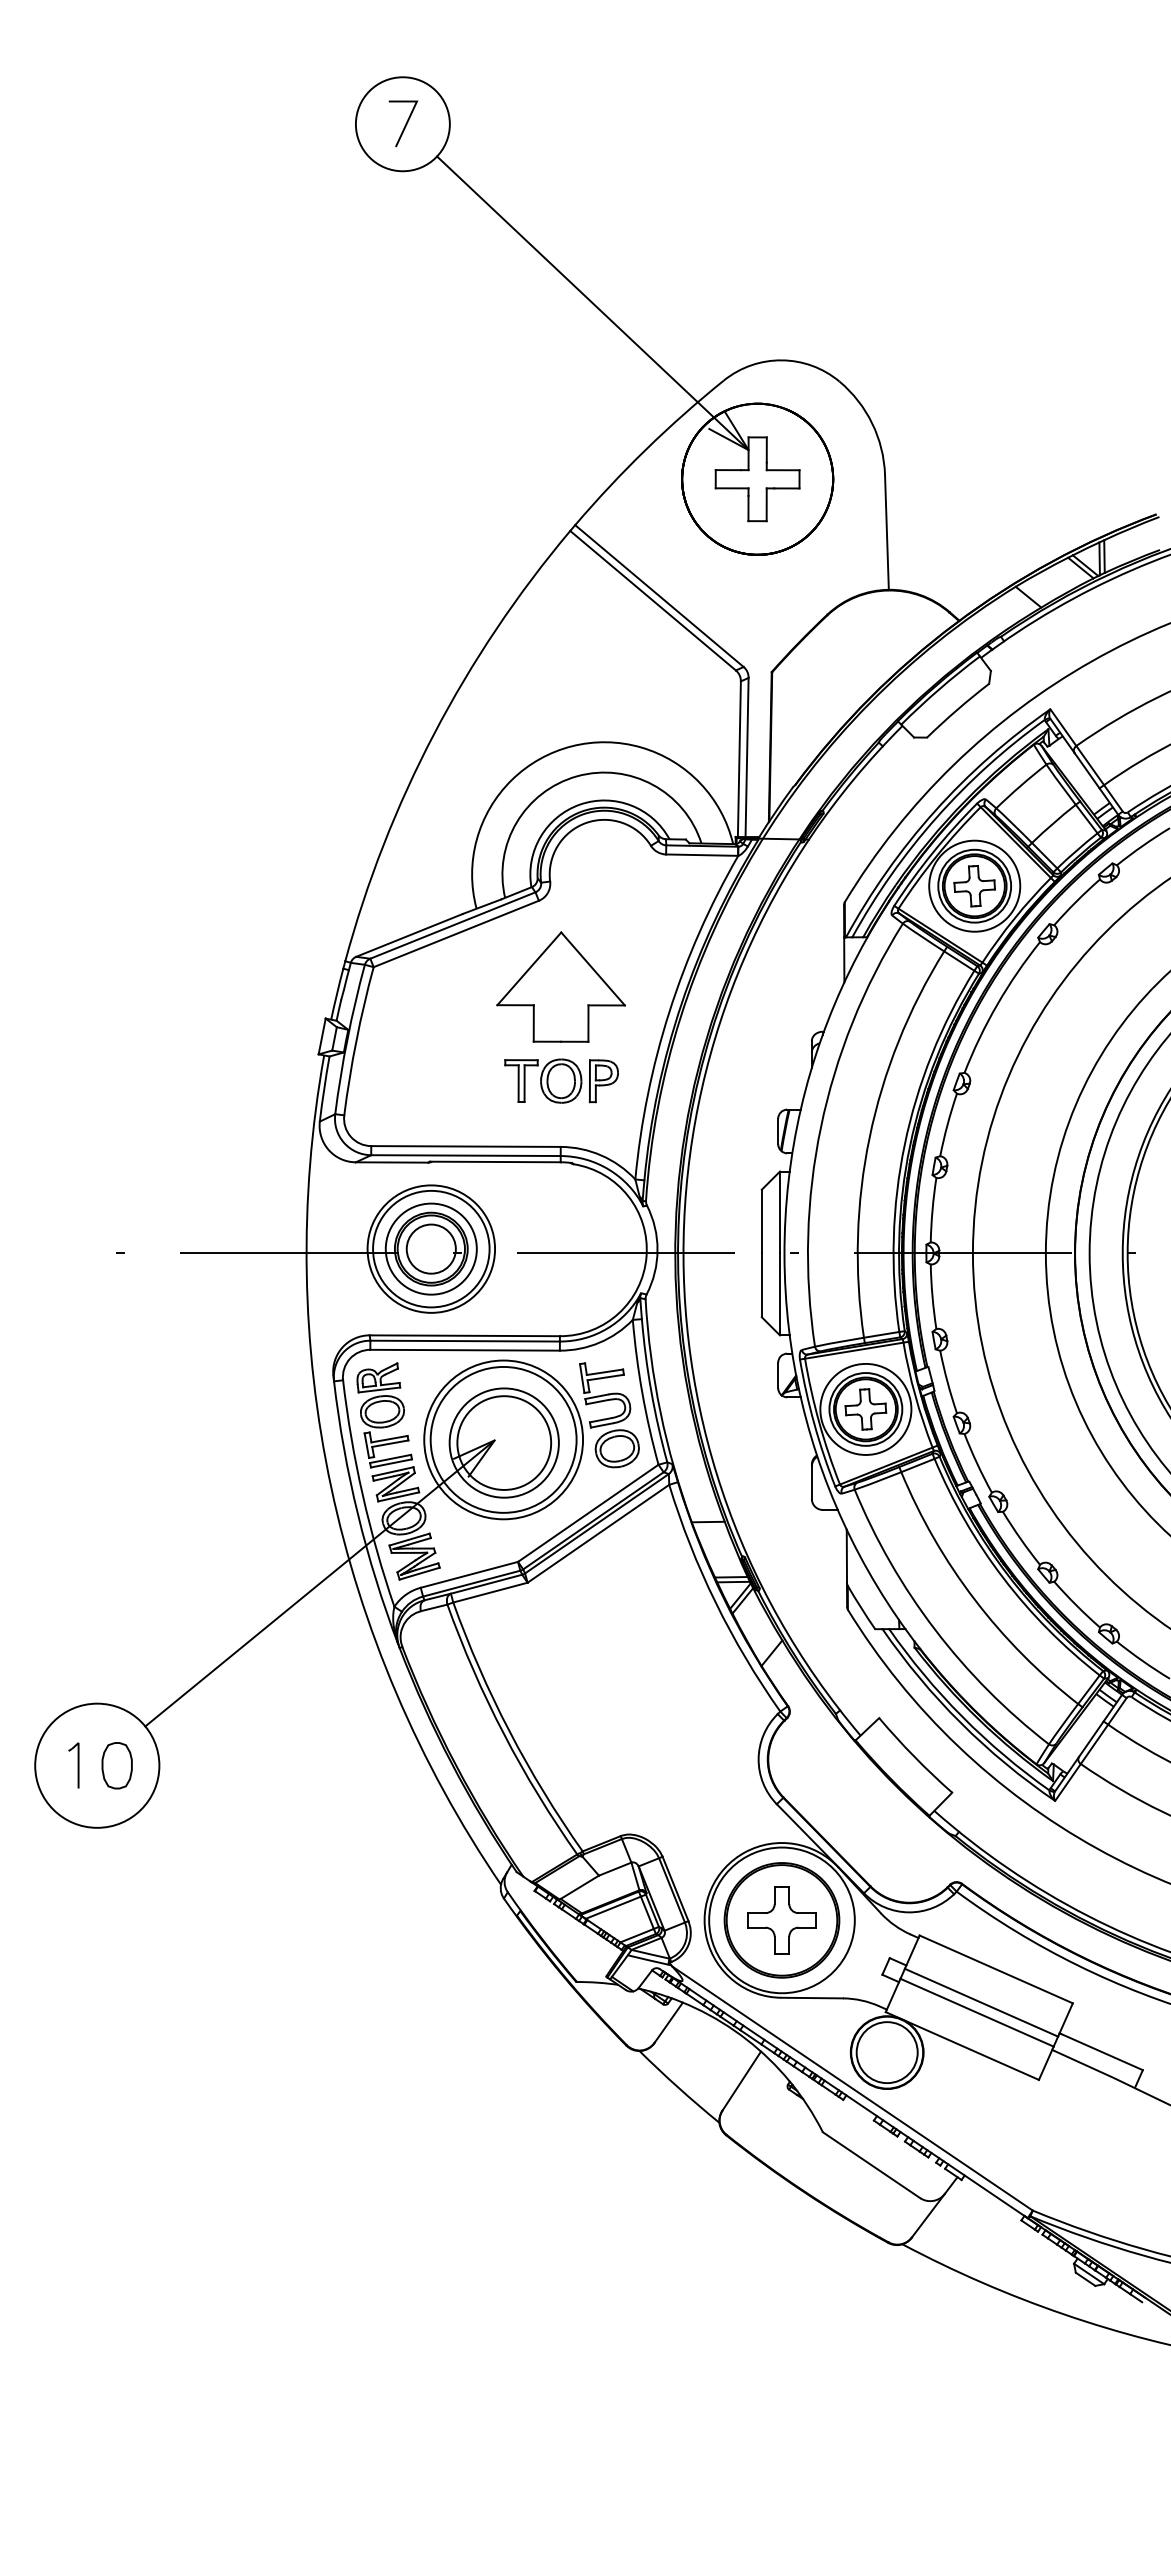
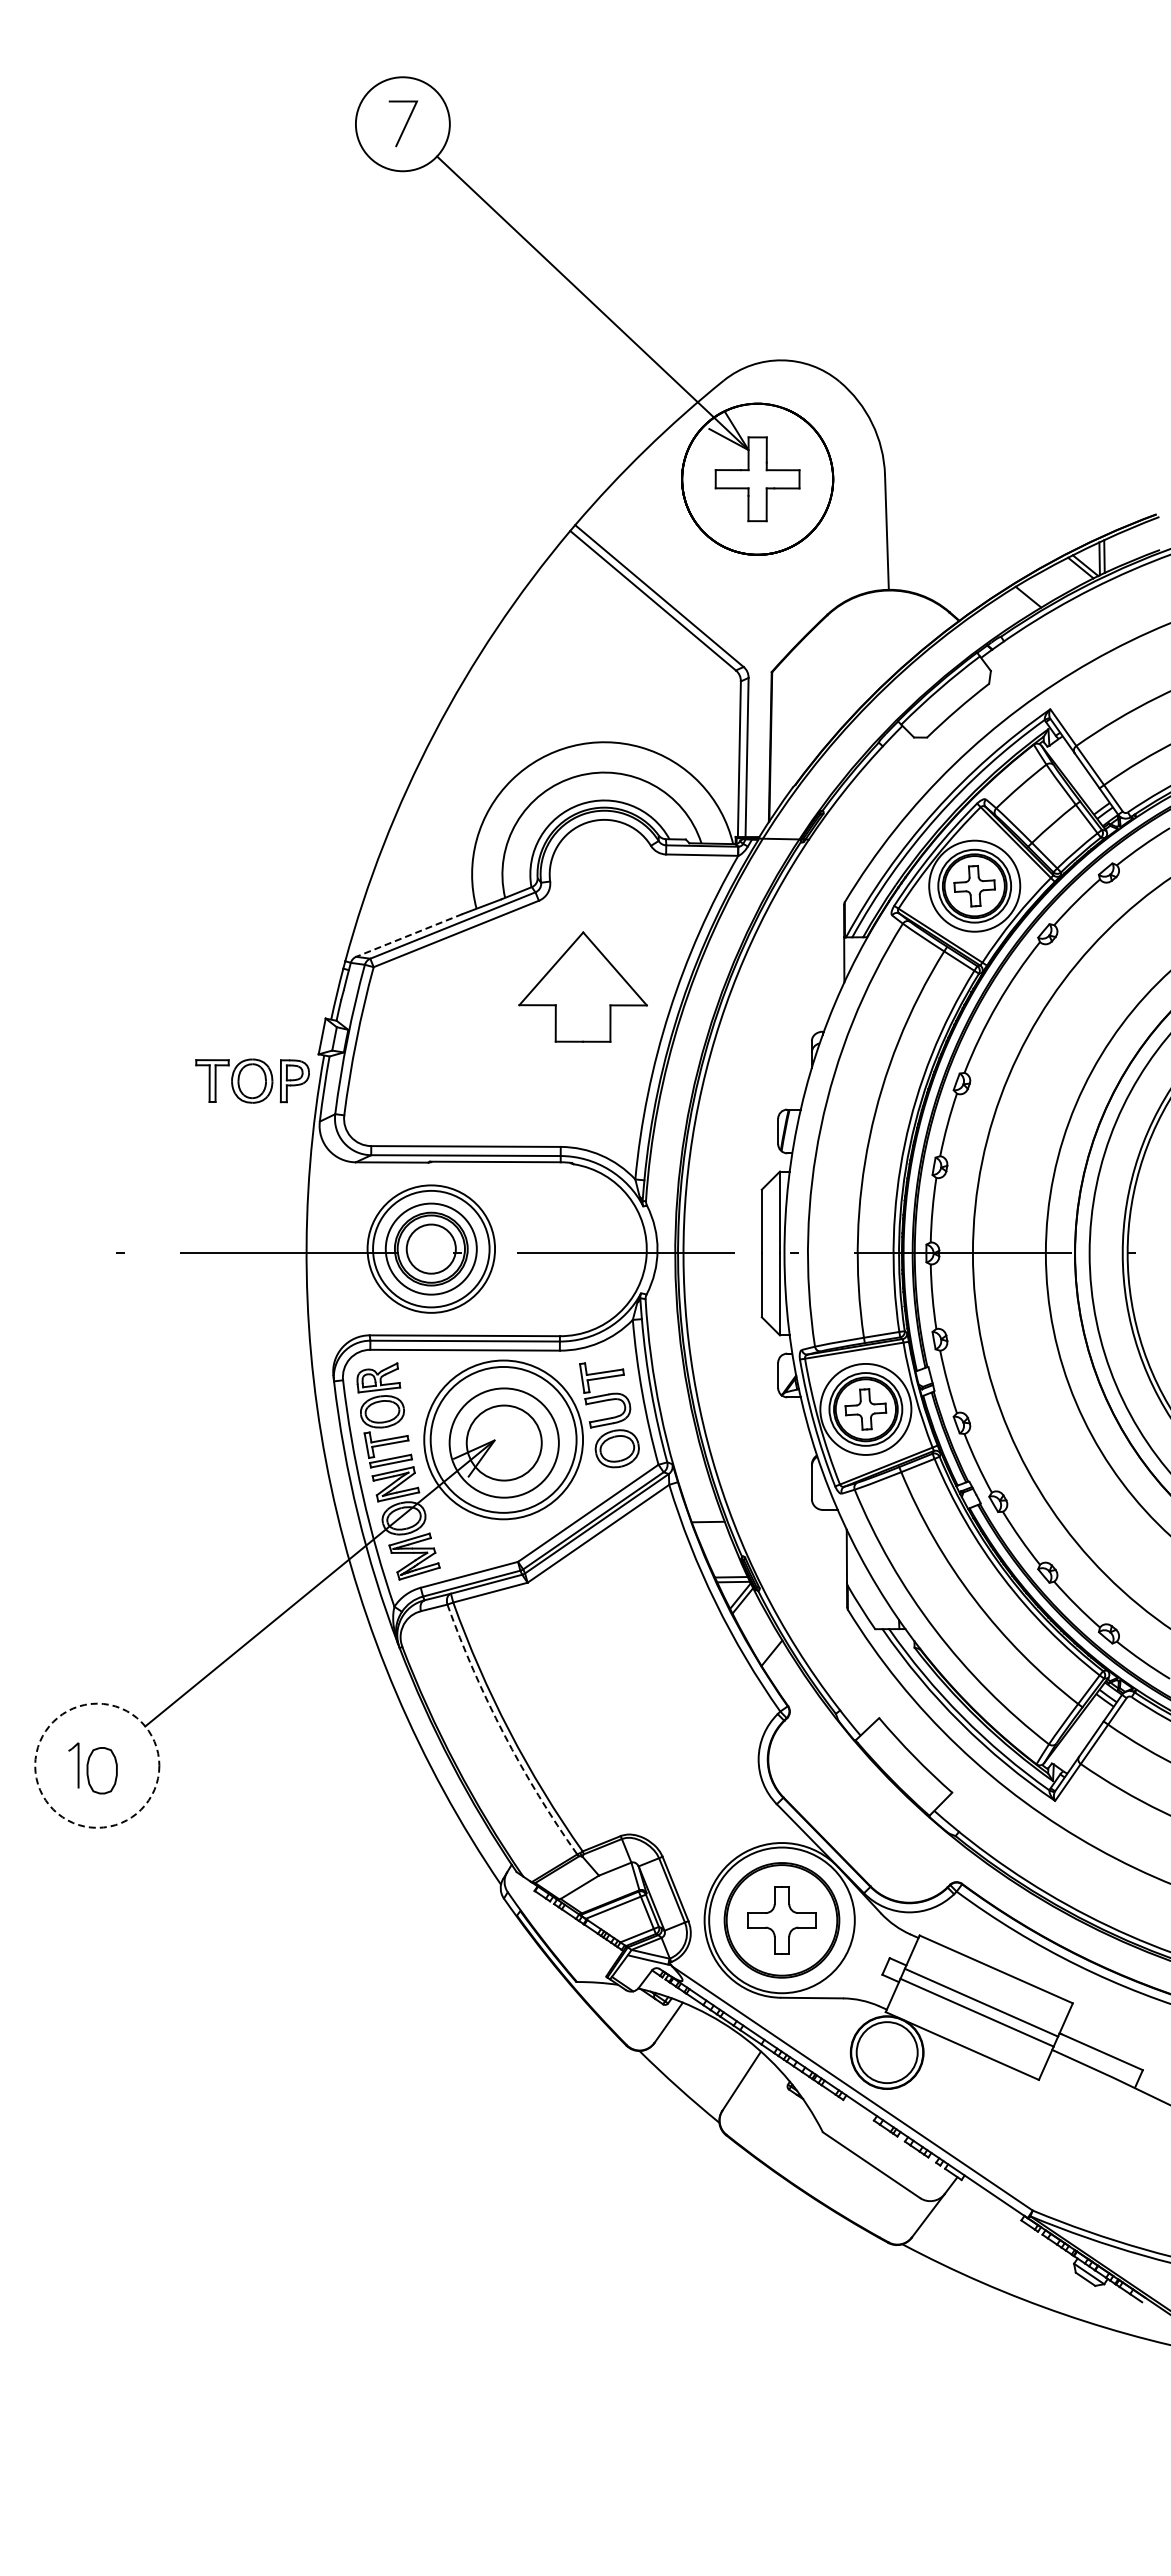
line at (409, 935): solid -> dashed
part at (560, 986) position: (560, 986) -> (582, 986)
part at (561, 1080) position: (561, 1080) -> (252, 1080)
circle at (504, 1442) diameter: 94 px -> 75 px
arc at (503, 1733): solid -> dashed
circle at (97, 1765): solid -> dashed
part at (116, 1765) position: (116, 1765) -> (101, 1770)
